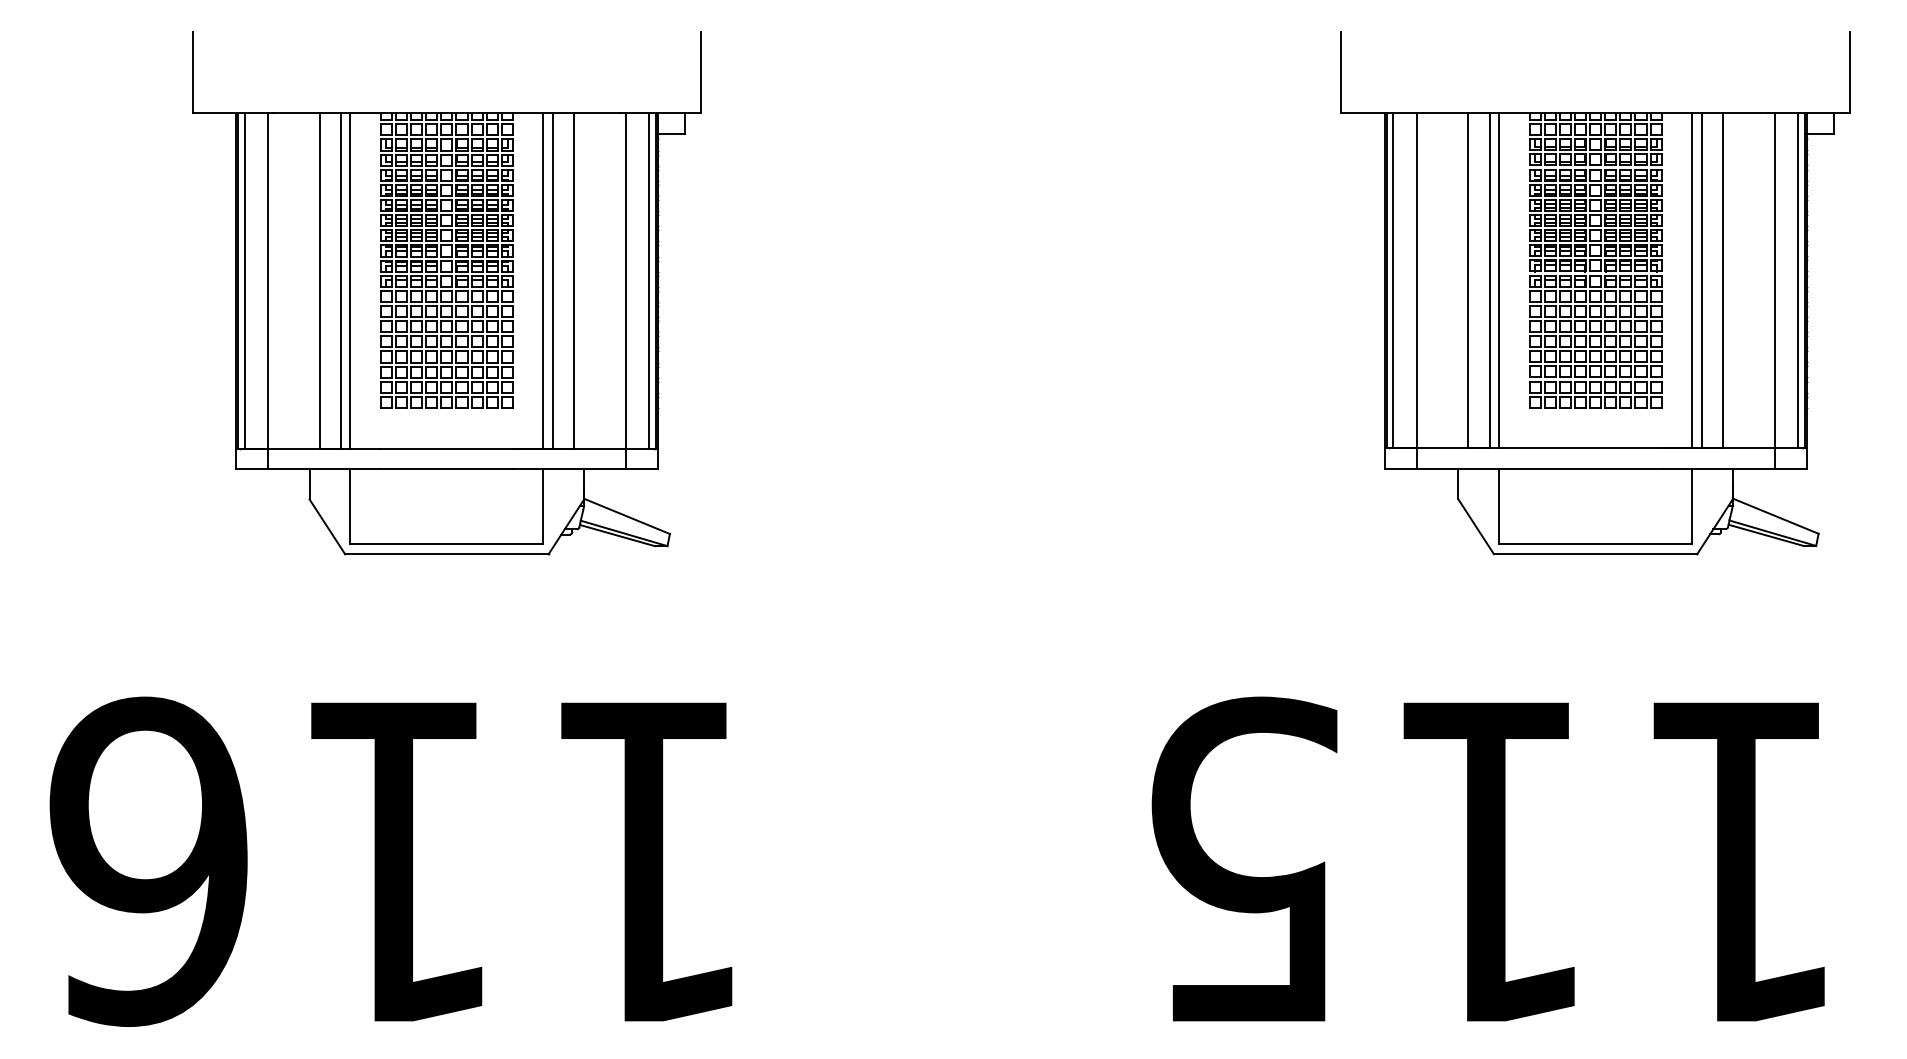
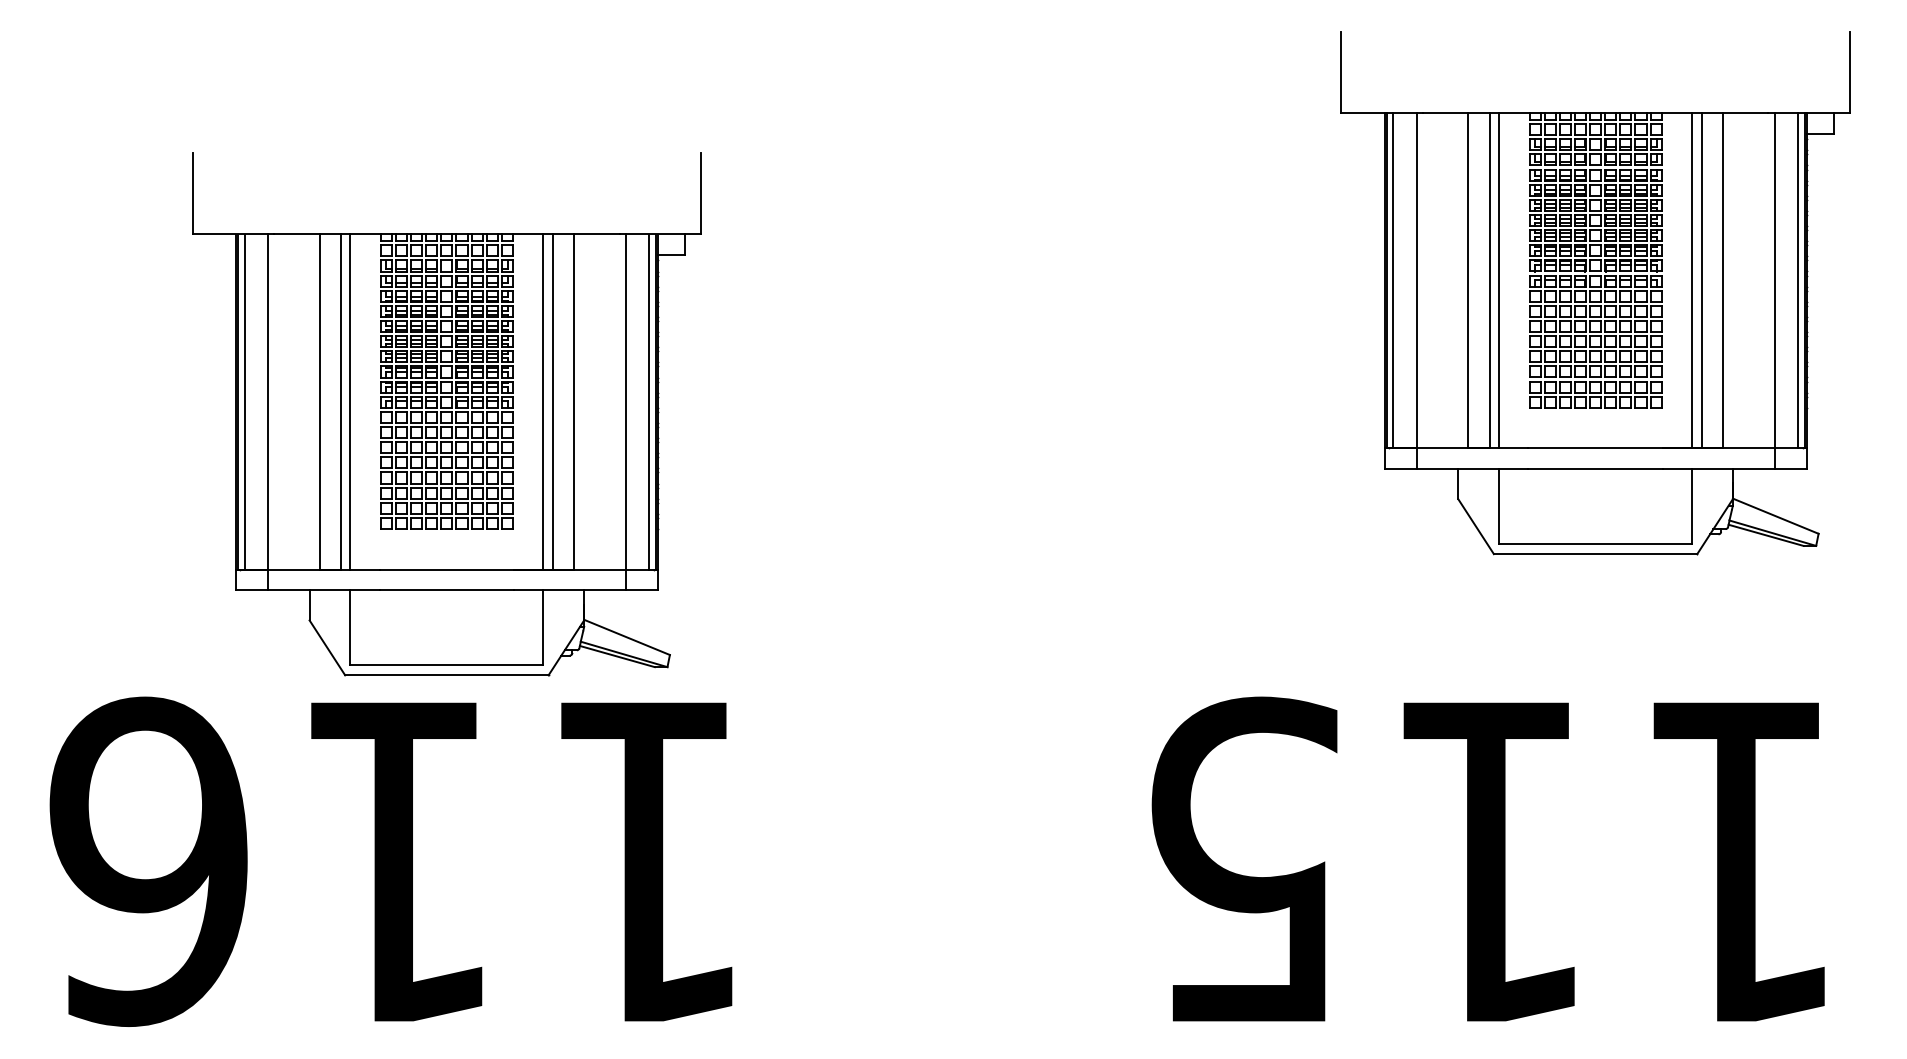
part at (446, 293) position: (446, 293) -> (446, 414)
